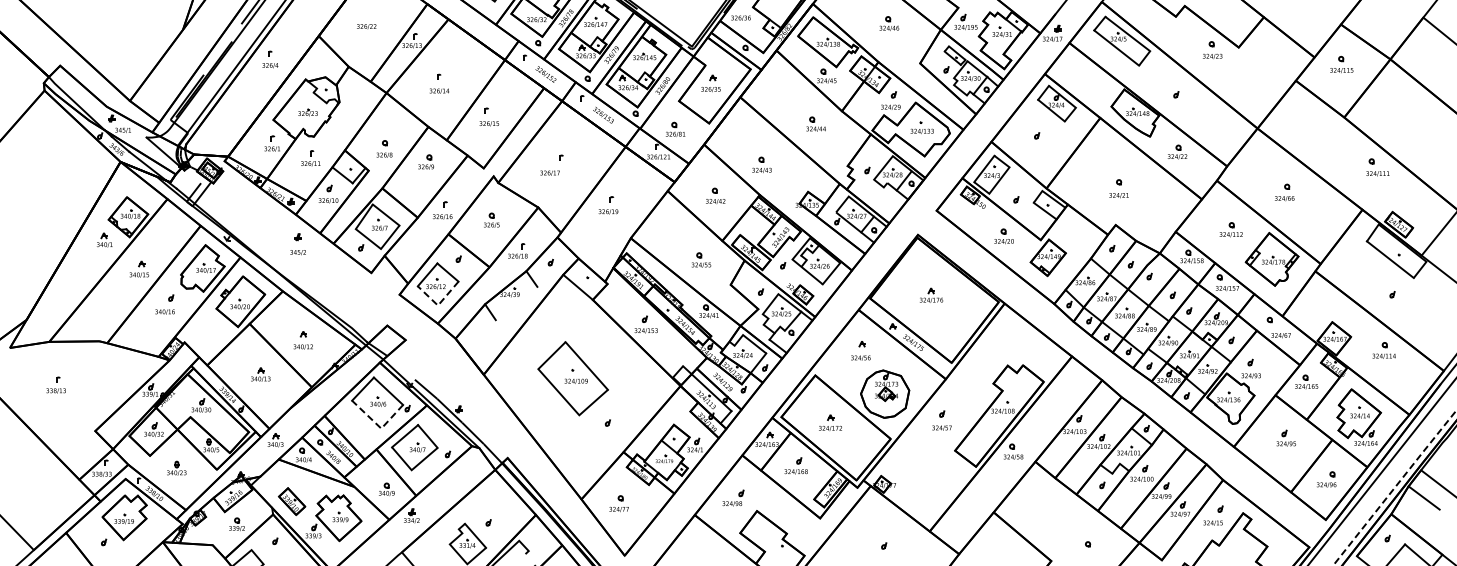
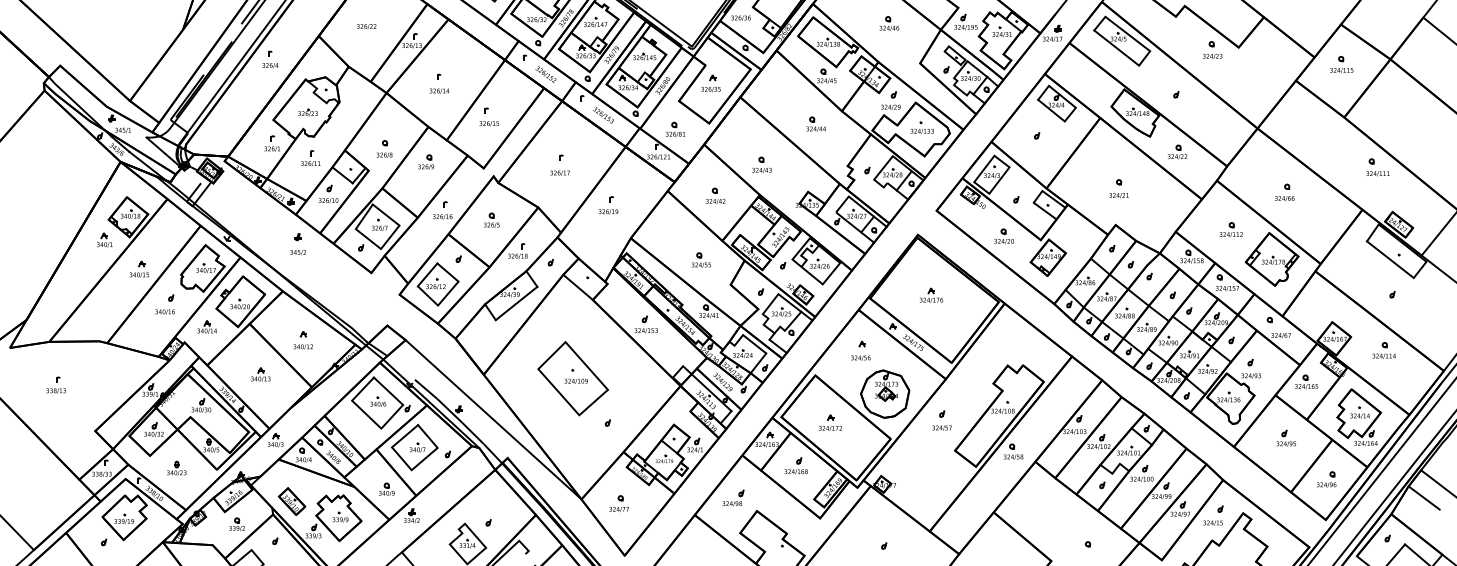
text at (549, 172) position: (549, 172) -> (559, 172)
line at (516, 303): none -> present
line at (438, 304): dashed -> solid
part at (206, 326): none -> present
line at (493, 419): none -> present
line at (378, 425): dashed -> solid
line at (1394, 487): dashed -> solid
